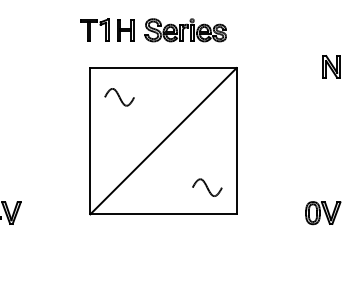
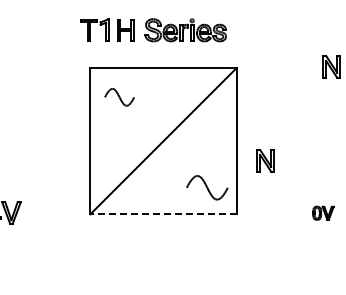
part at (265, 160): none -> present
part at (207, 187) size: 31x19 px -> 43x26 px
part at (323, 213) size: 37x25 px -> 23x16 px
line at (163, 214): solid -> dashed
